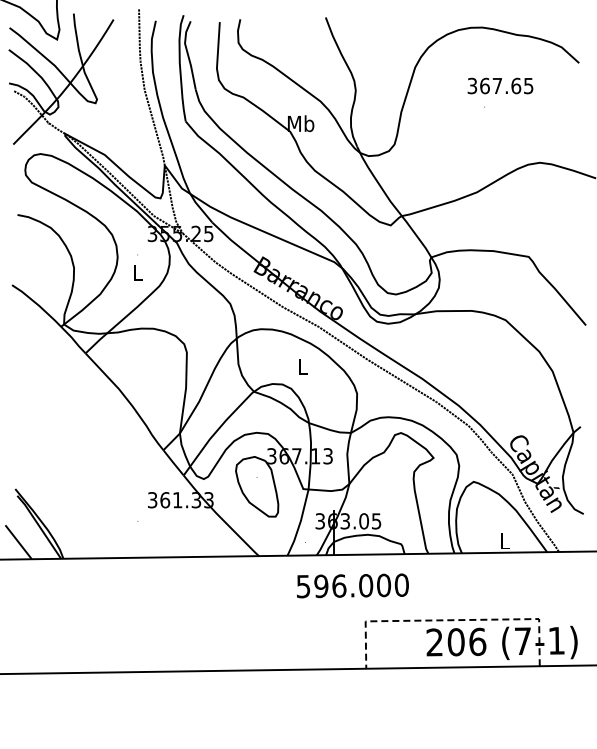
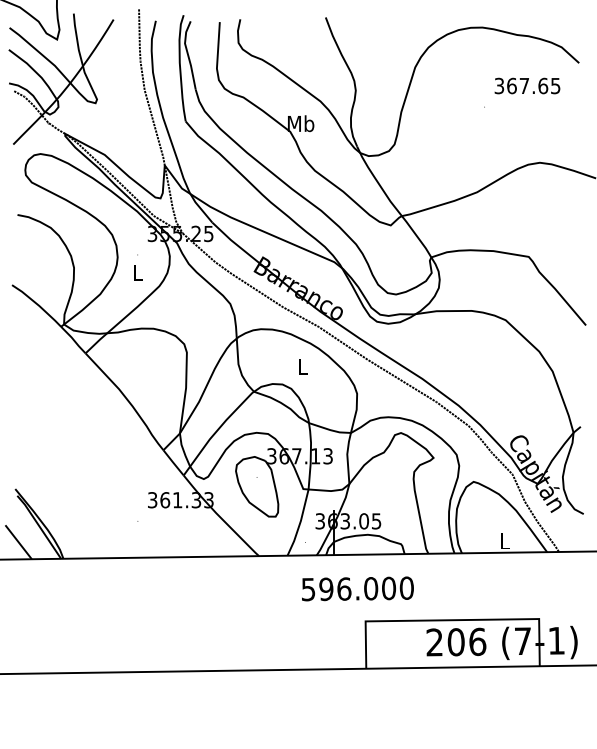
text at (500, 85) position: (500, 85) -> (527, 85)
text at (352, 585) position: (352, 585) -> (357, 588)
line at (452, 620): dashed -> solid
